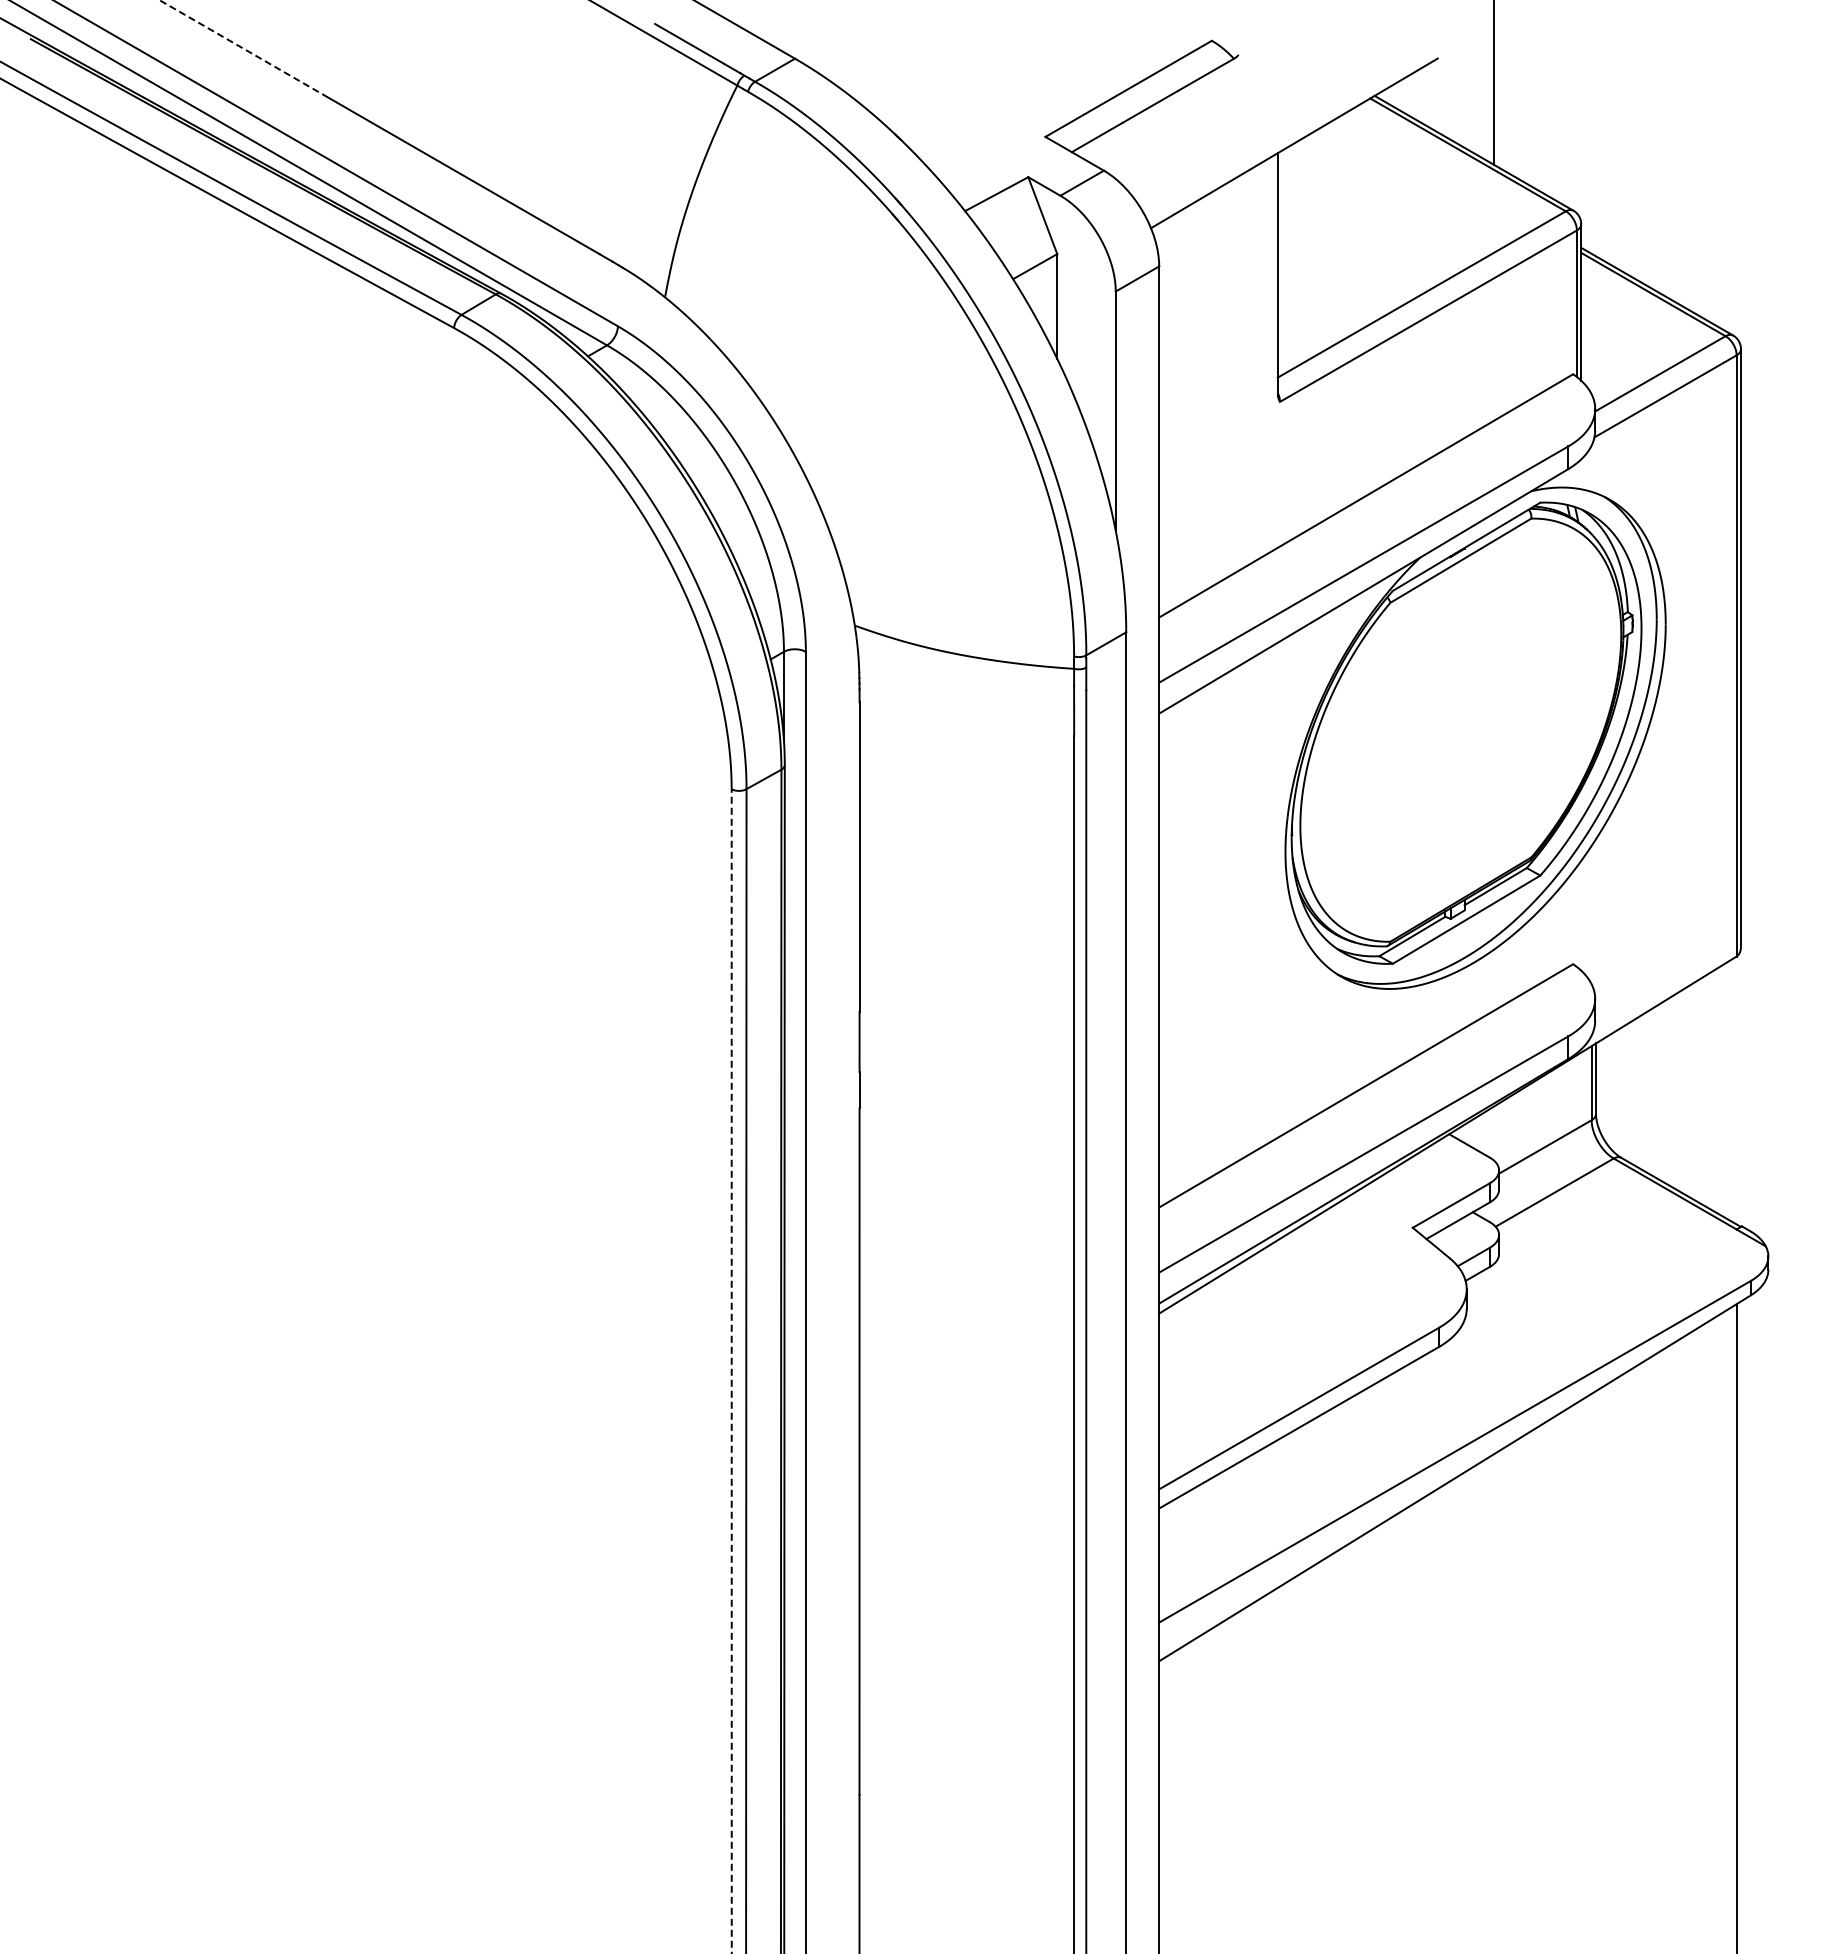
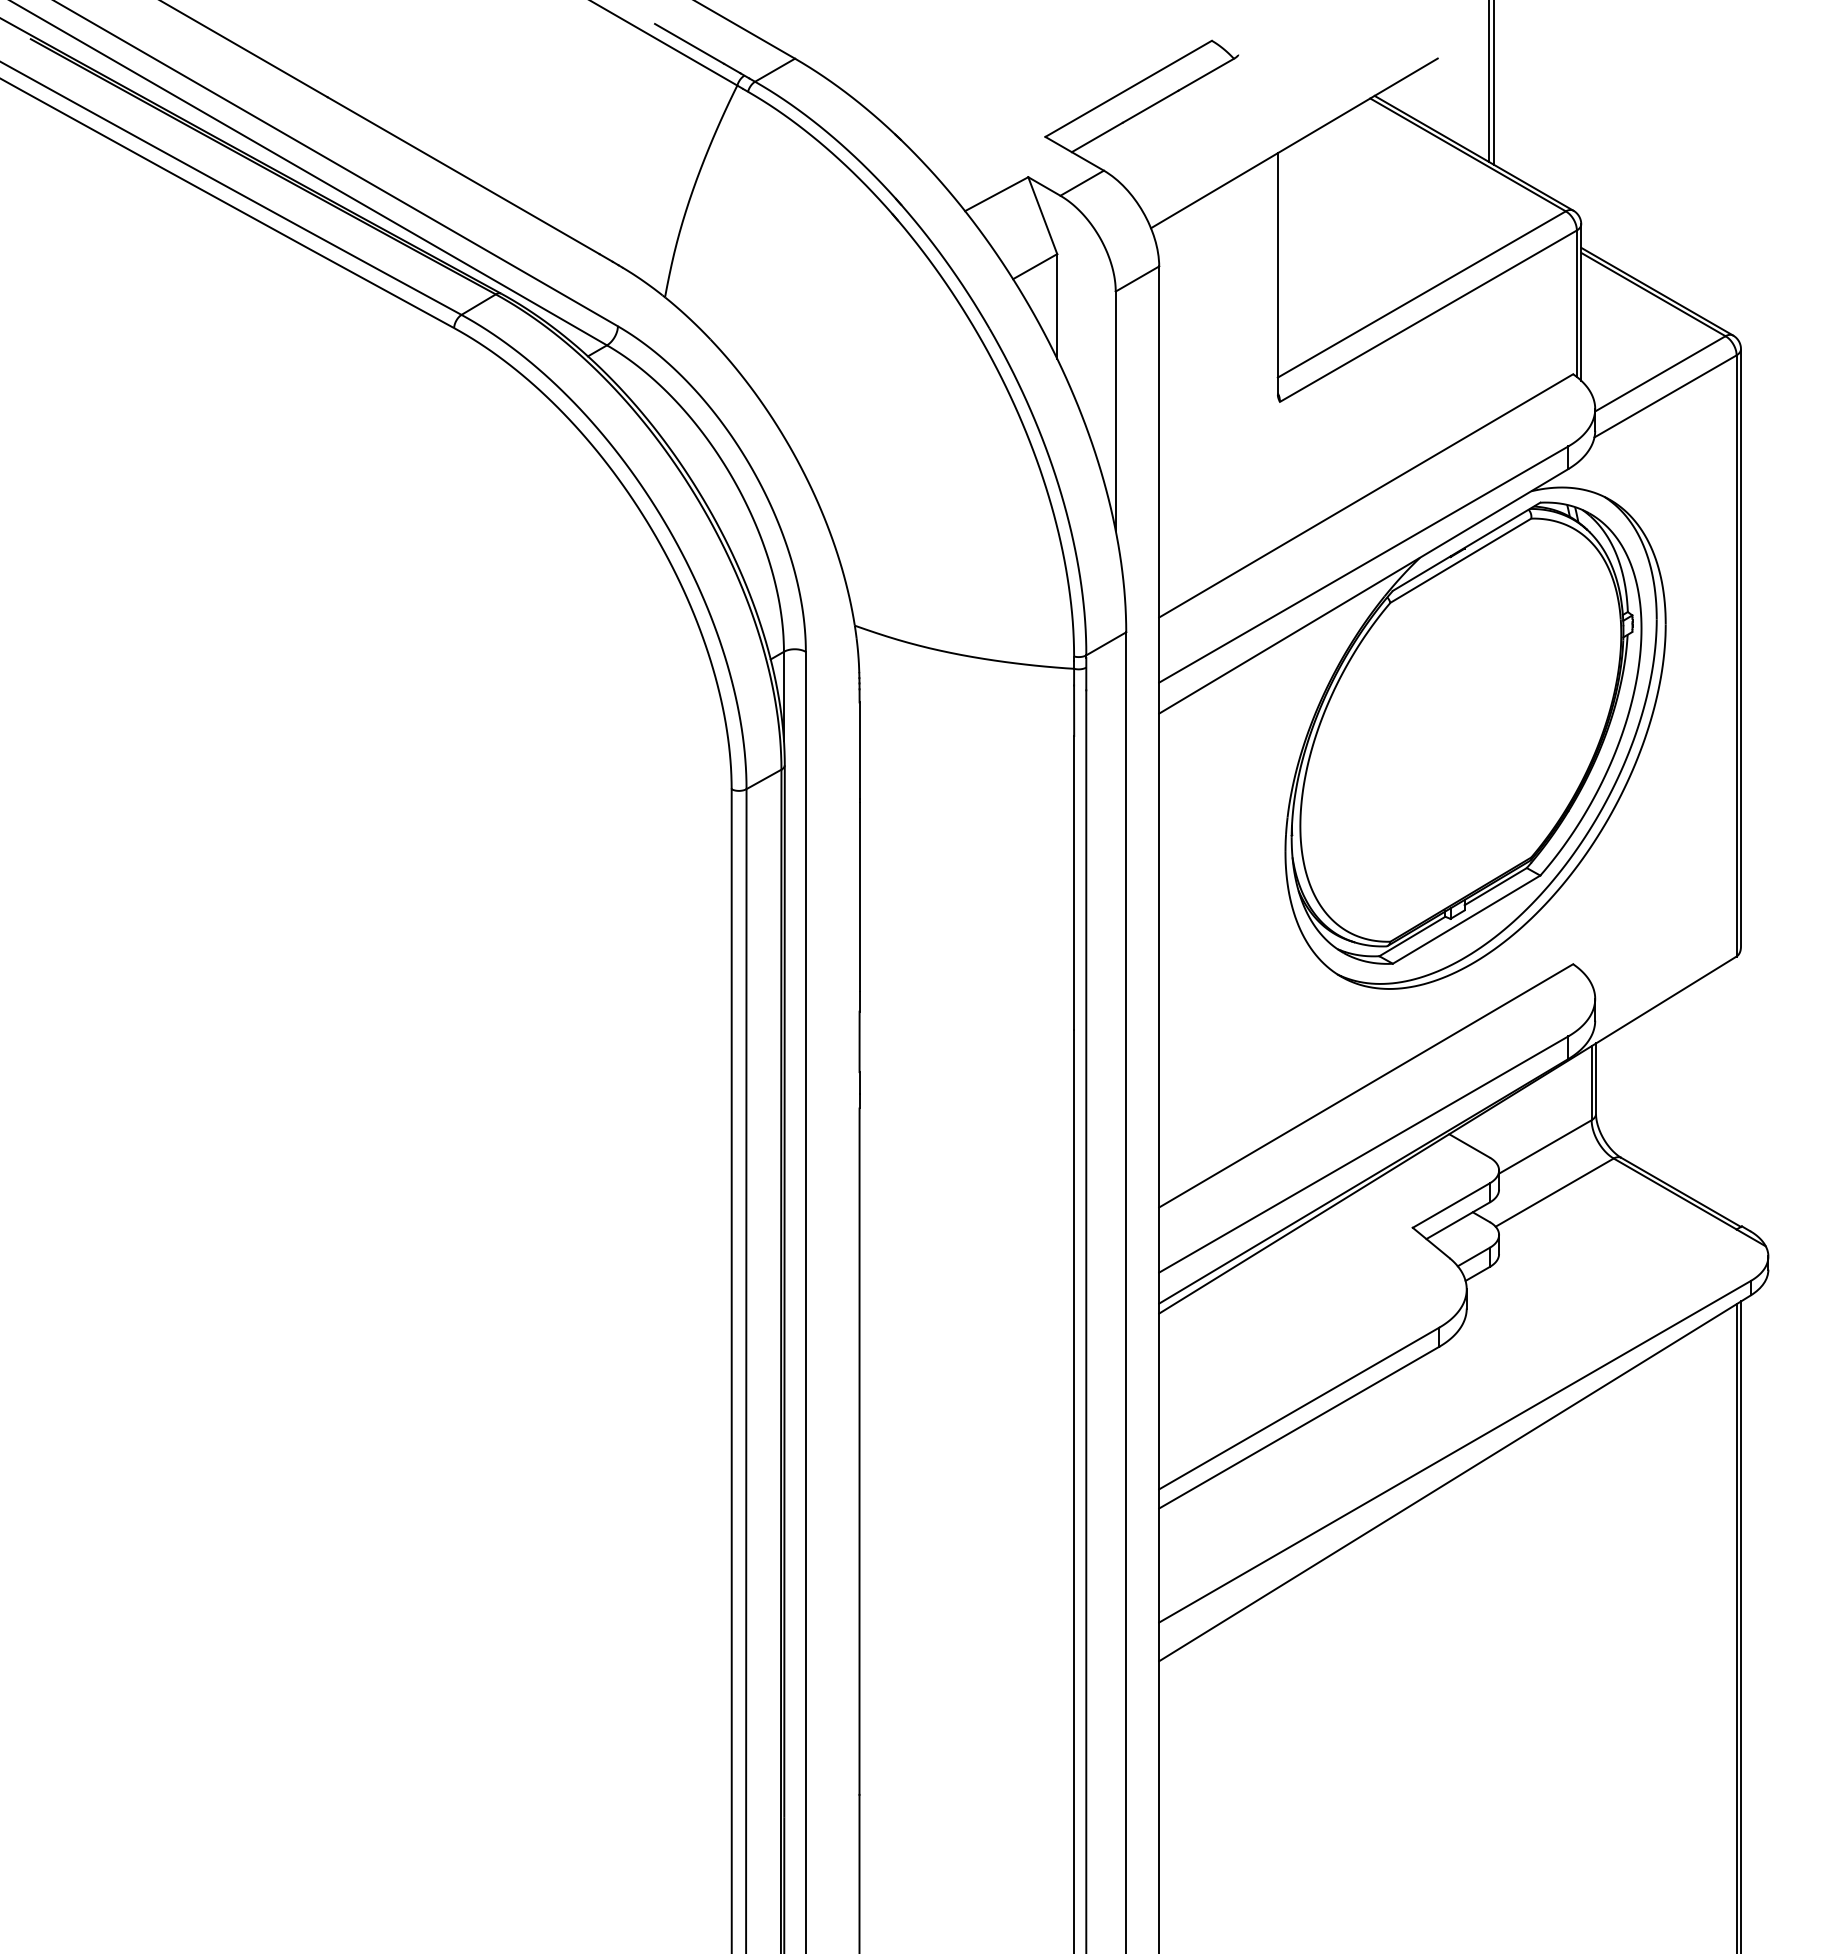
line at (243, 48): dashed -> solid
line at (1489, 82): none -> present
line at (731, 1371): dashed -> solid
line at (1740, 1625): none -> present
